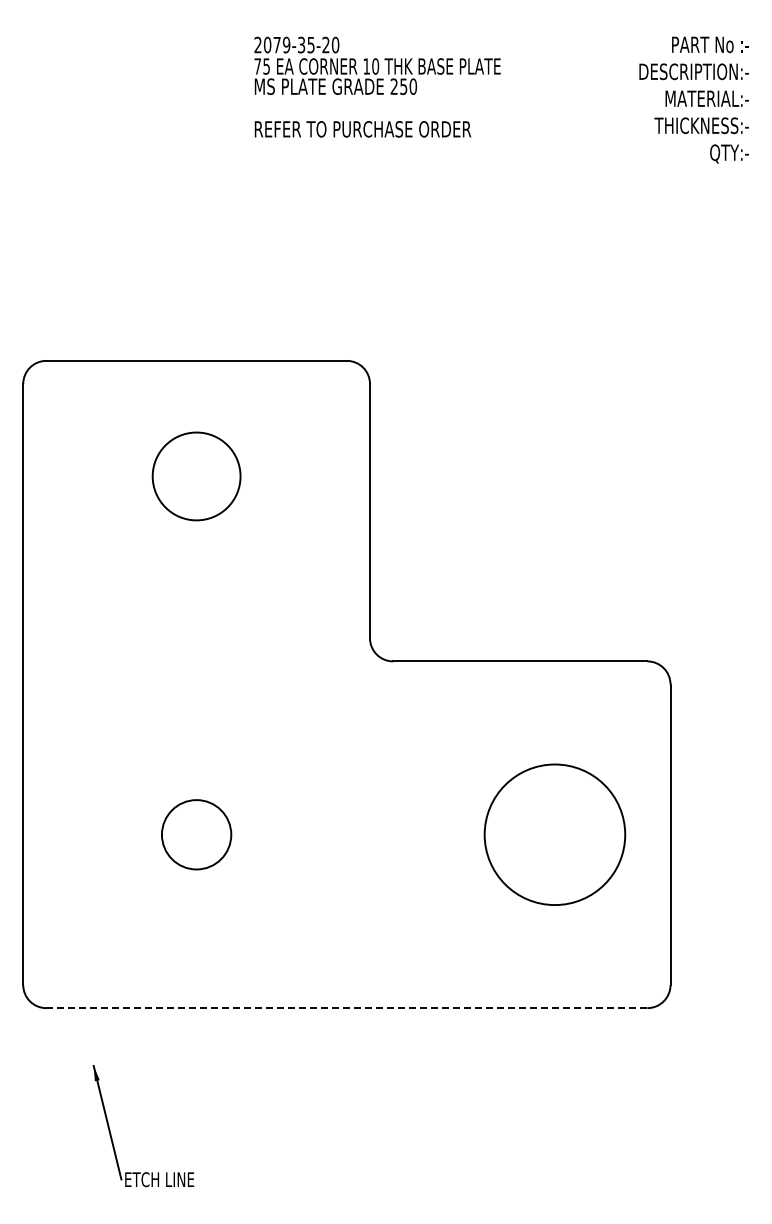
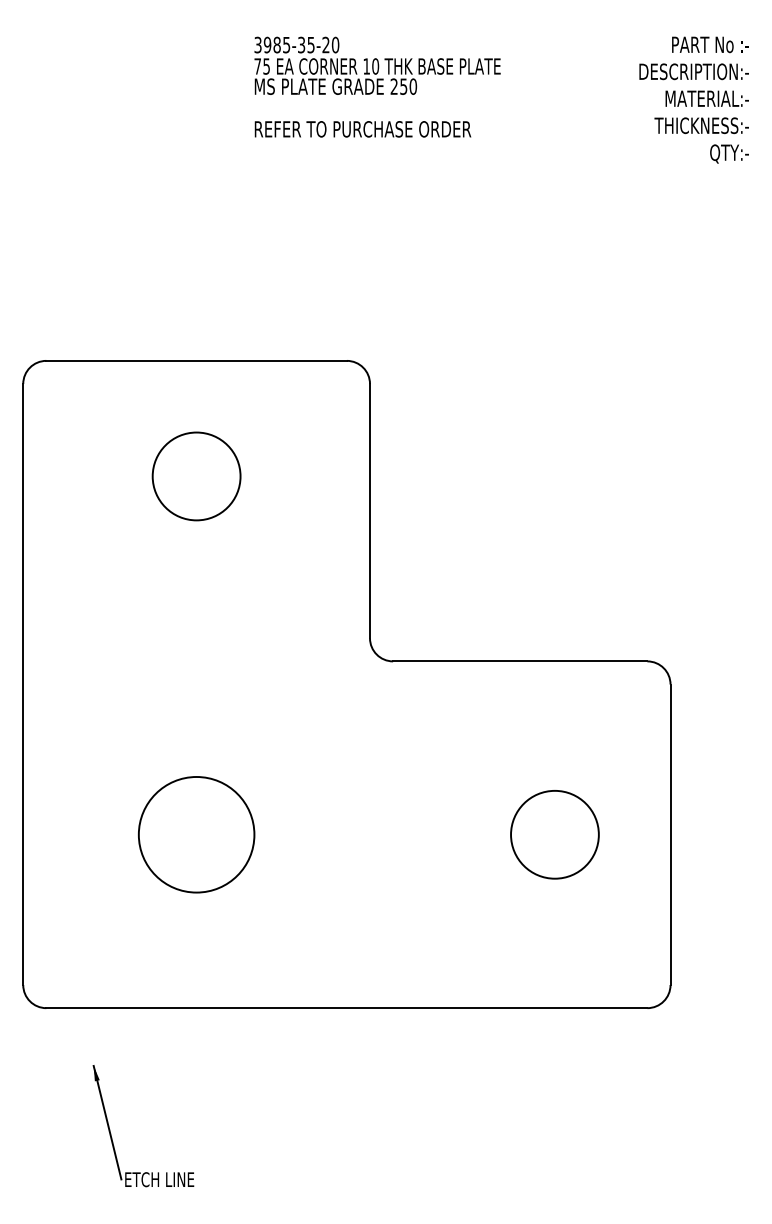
text at (272, 44): 2079-35-20 -> 3985-35-20
circle at (196, 834) diameter: 69 px -> 116 px
circle at (554, 834) diameter: 141 px -> 88 px
line at (346, 1008): dashed -> solid
